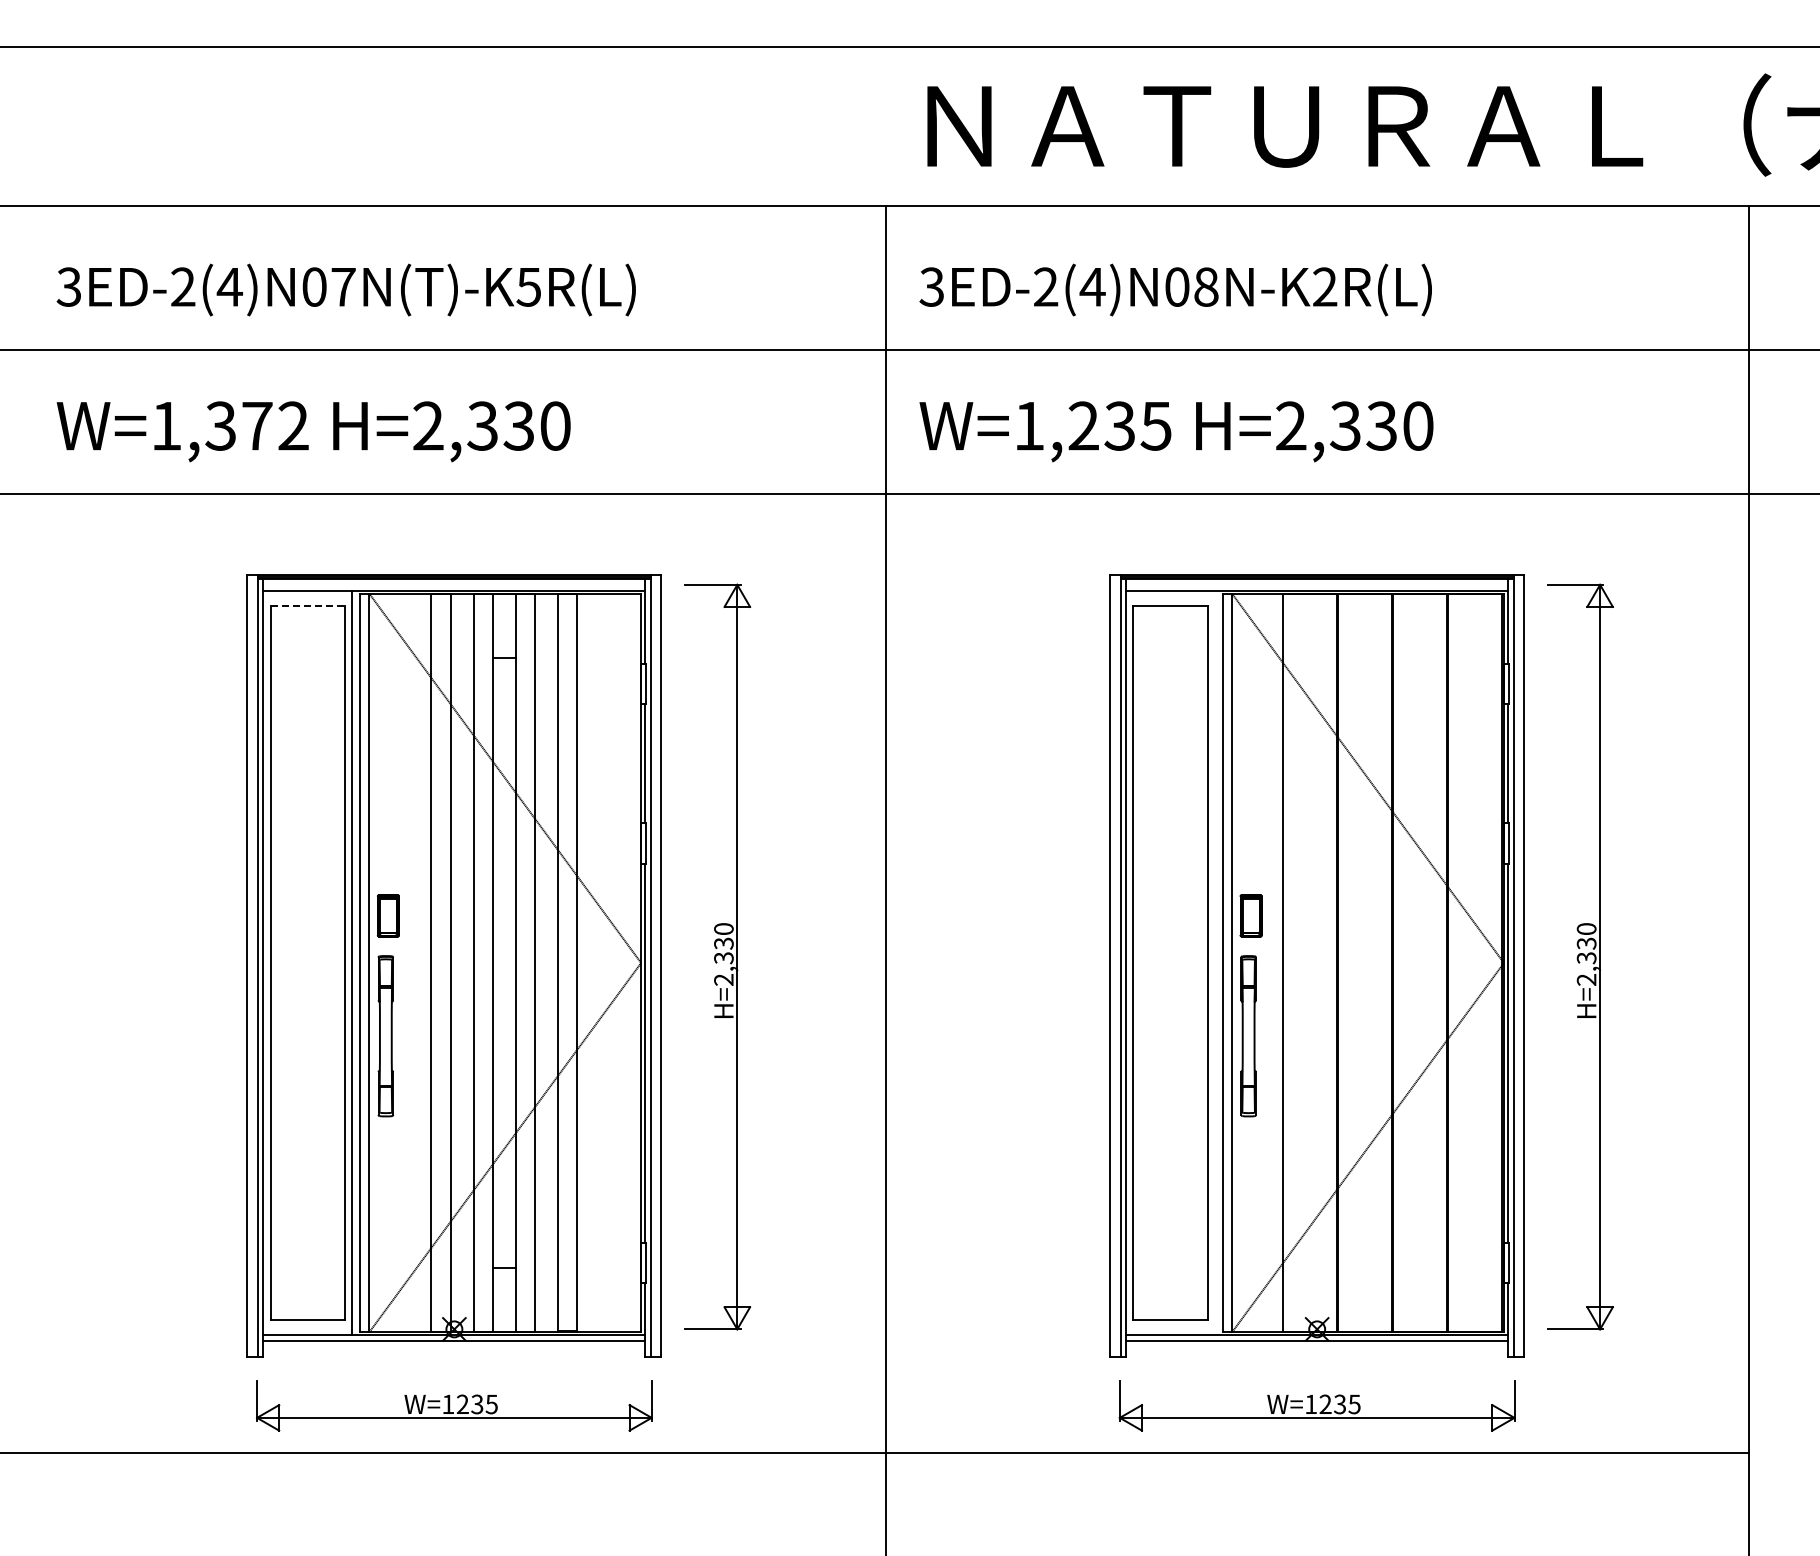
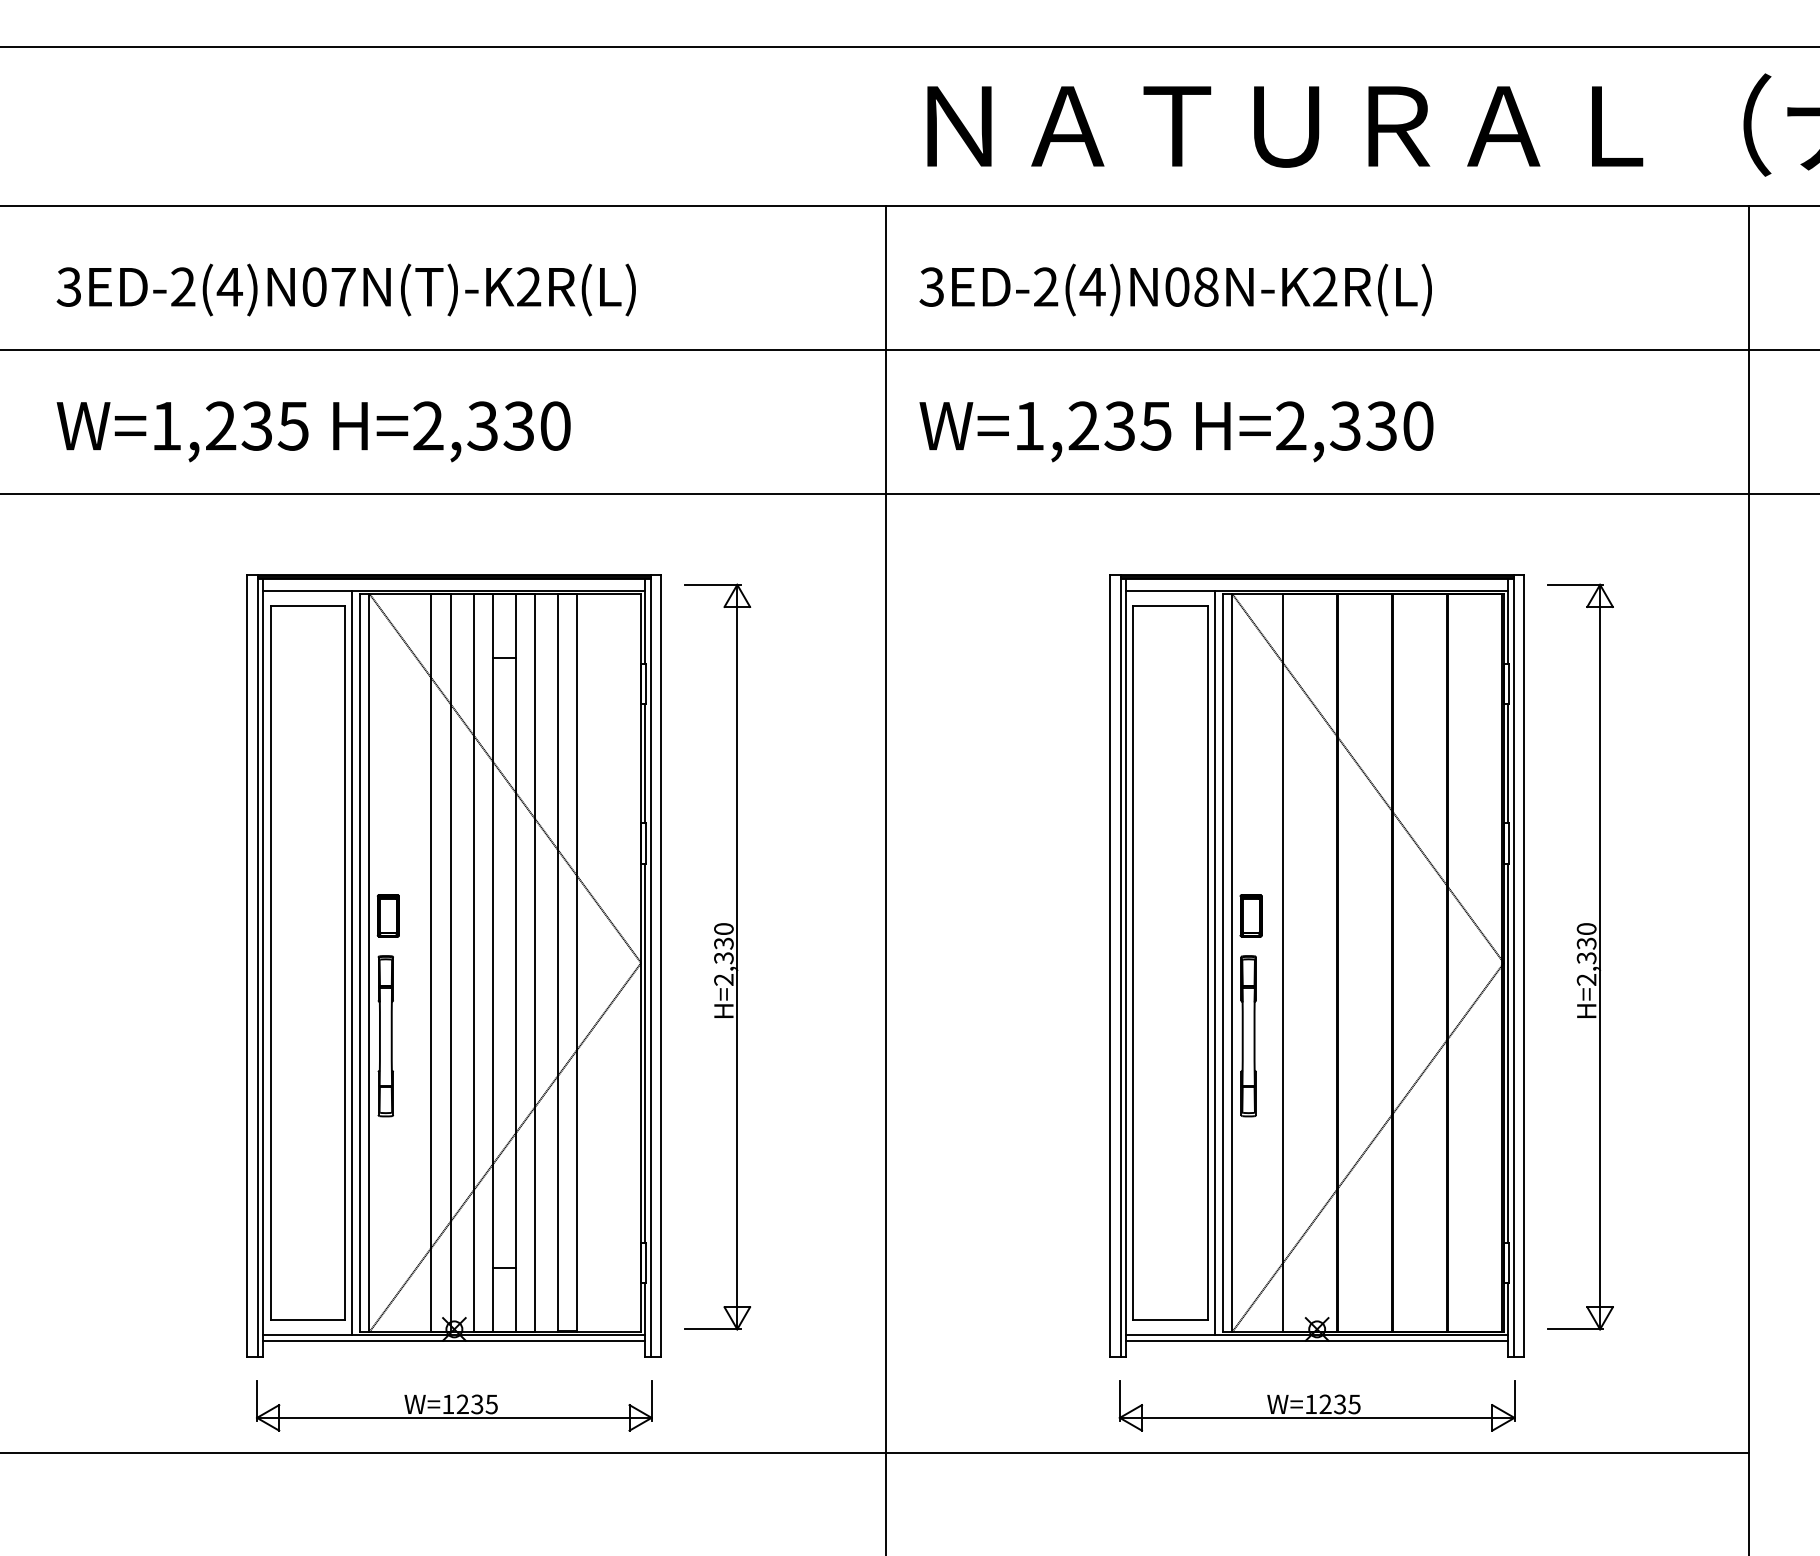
text at (528, 286): 3ED-2(4)N07N(T)-K5R(L) -> 3ED-2(4)N07N(T)-K2R(L)
text at (256, 425): W=1,372 -> W=1,235
line at (308, 605): dashed -> solid
line at (1215, 963): none -> present
